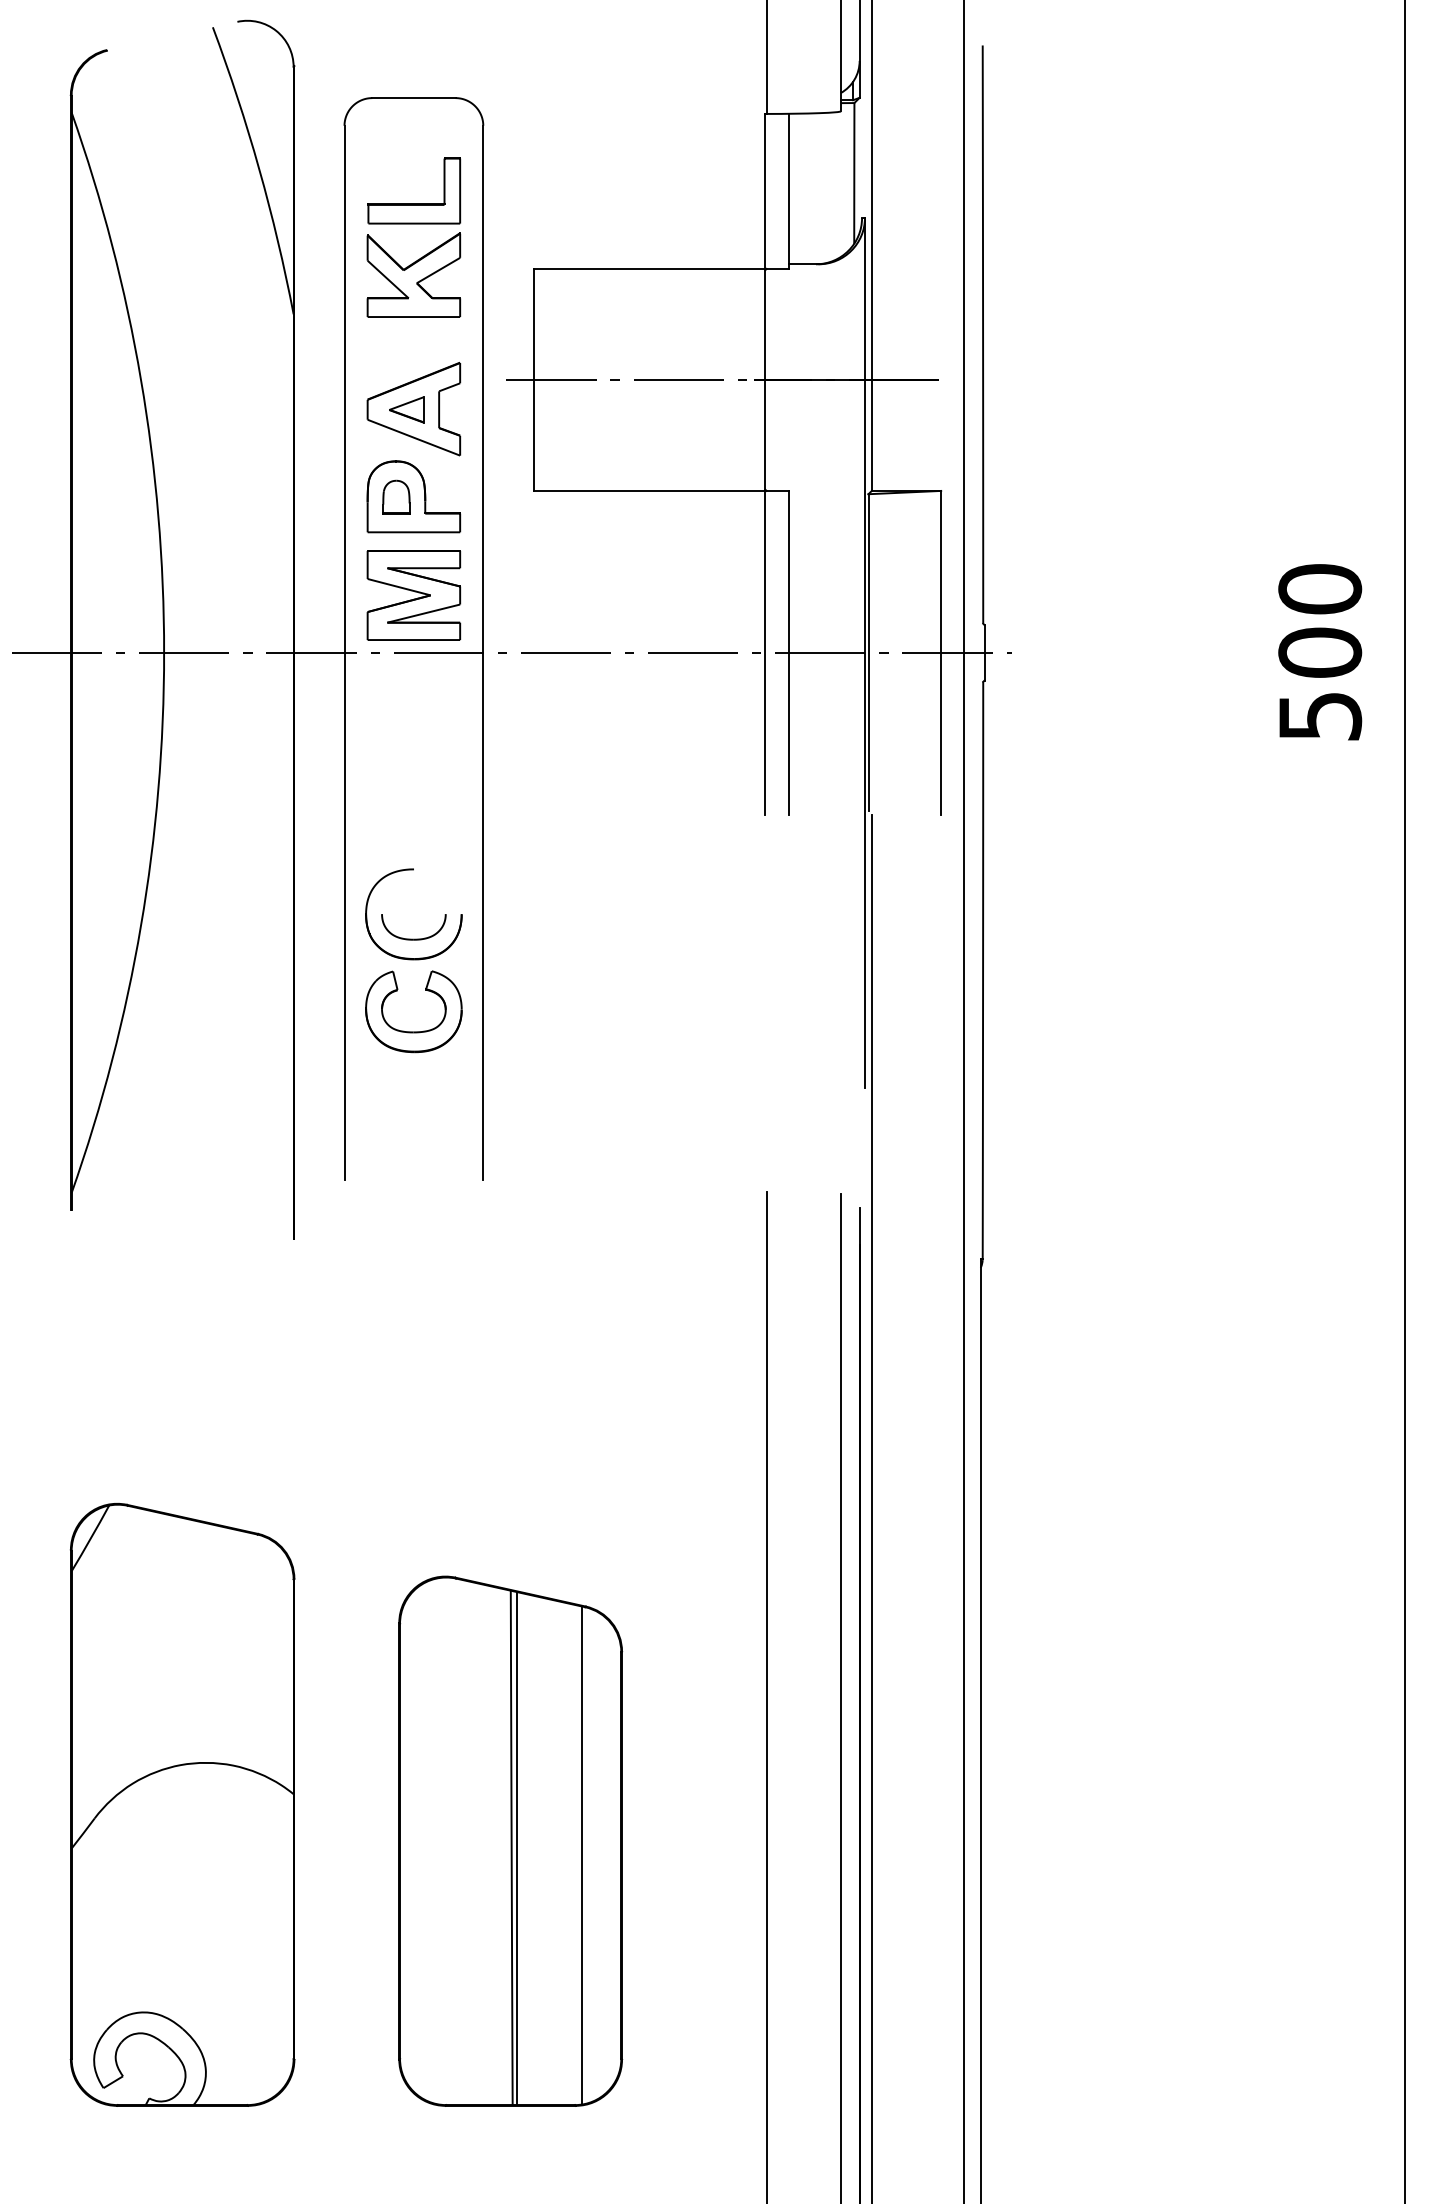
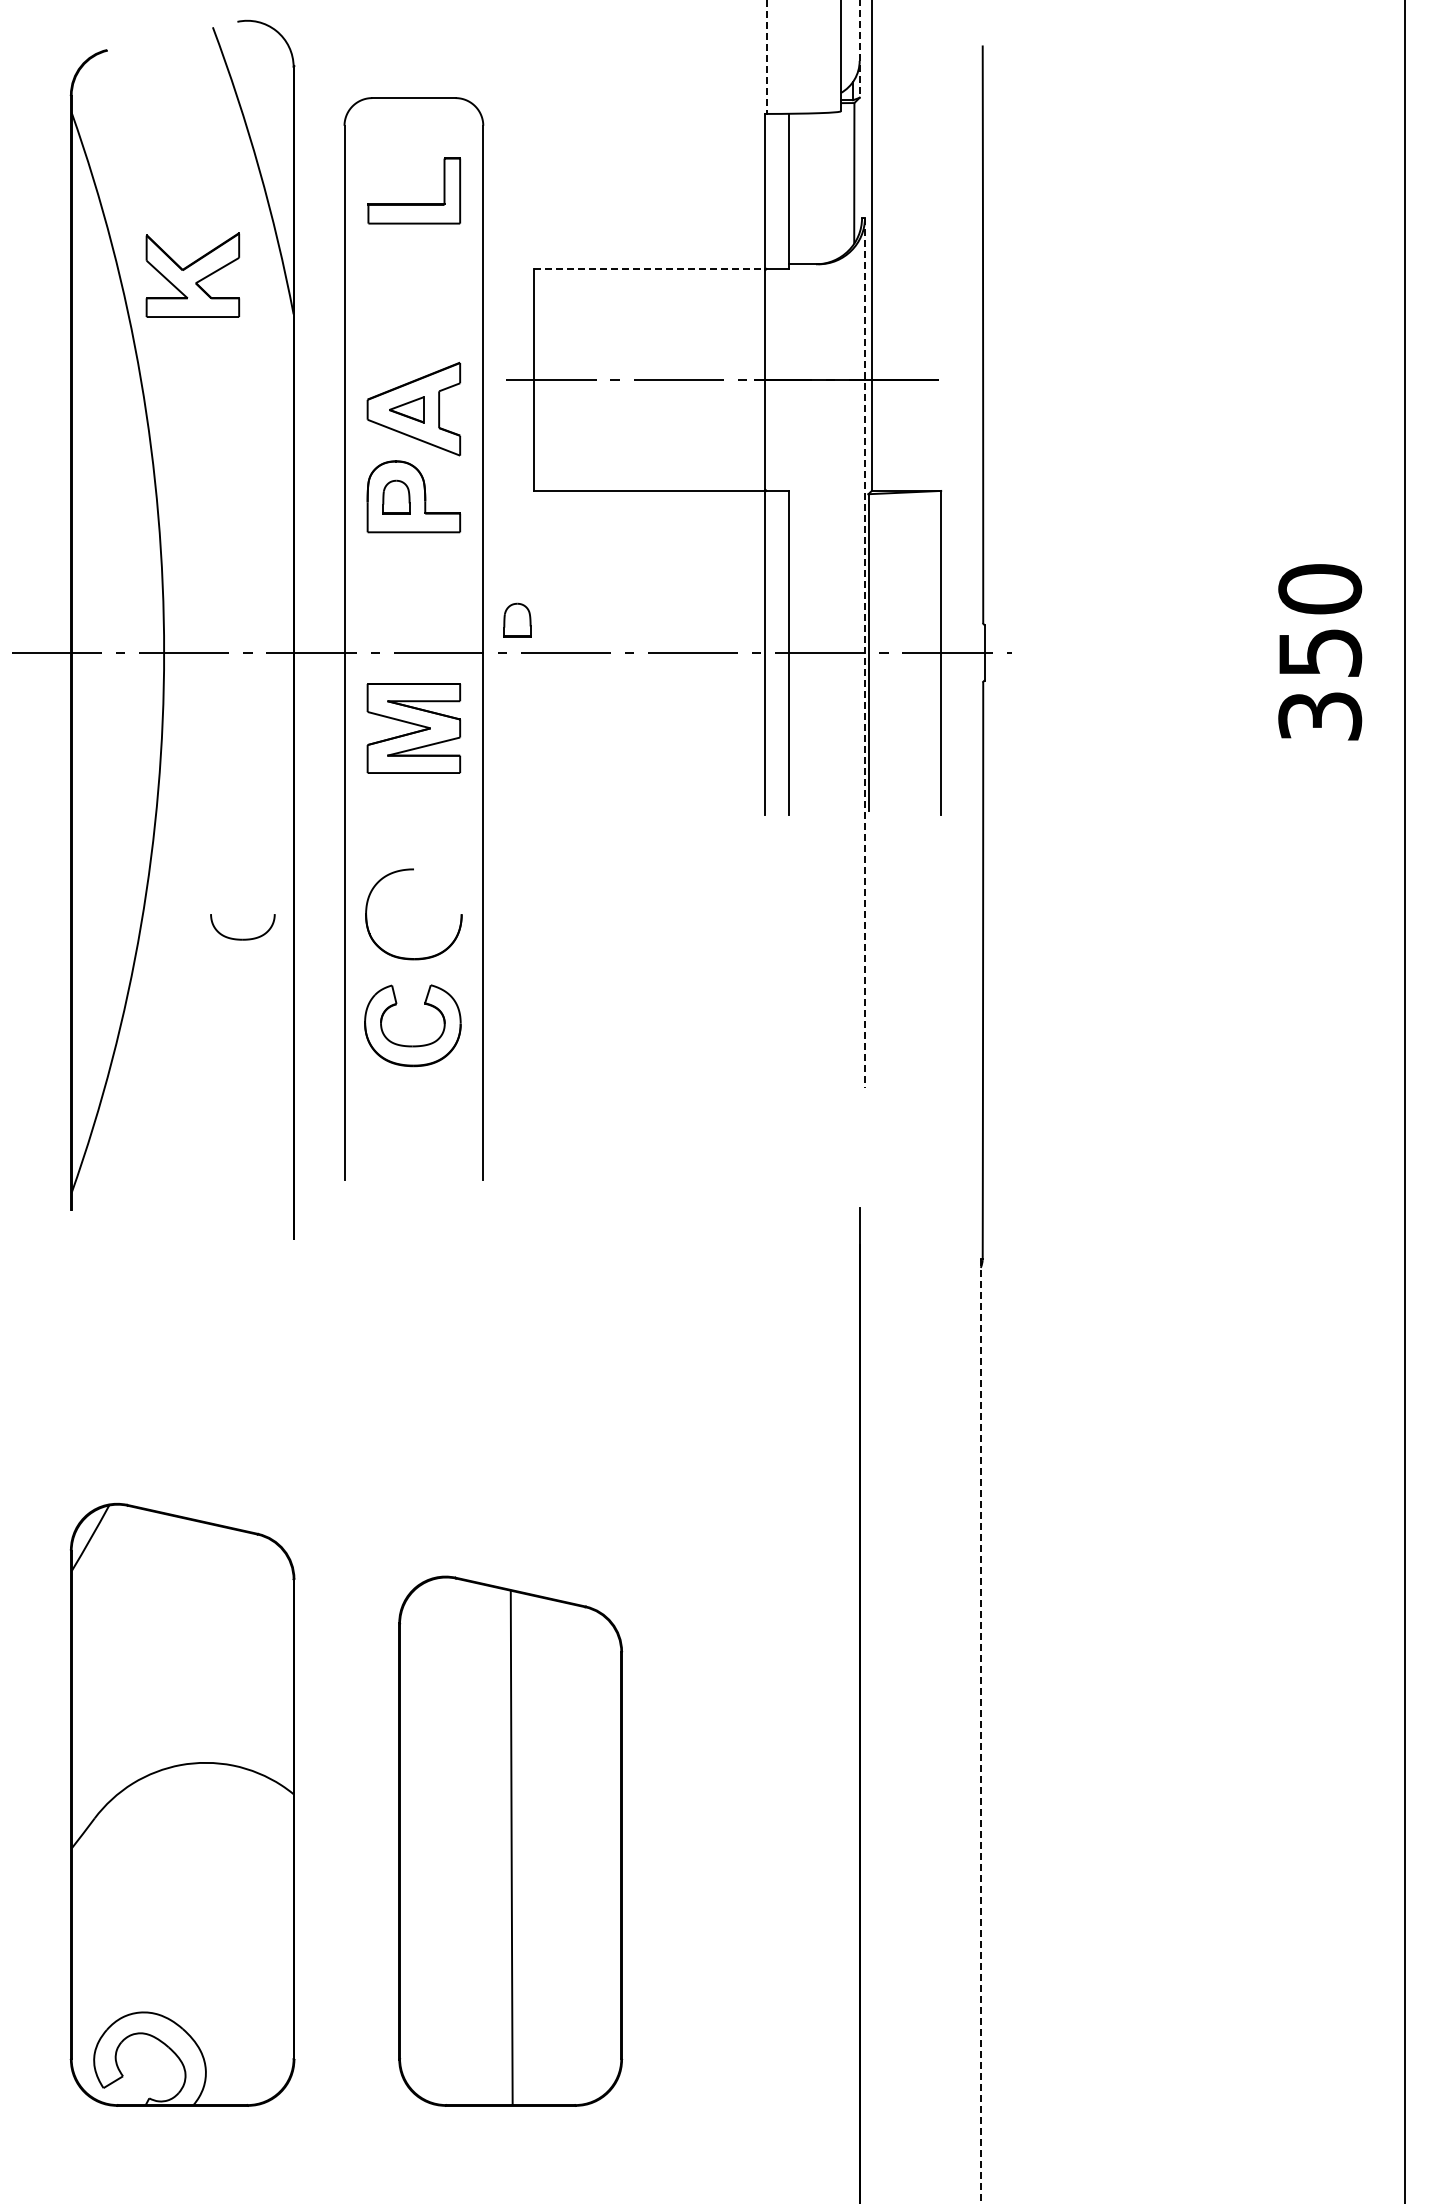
line at (859, 49): solid -> dashed
line at (766, 57): solid -> dashed
line at (649, 268): solid -> dashed
part at (413, 274) position: (413, 274) -> (192, 274)
part at (413, 595) position: (413, 595) -> (413, 728)
part at (517, 619): none -> present
line at (864, 652): solid -> dashed
text at (1320, 683): 500 -> 350
part at (413, 938) position: (413, 938) -> (242, 938)
part at (413, 1031) position: (413, 1031) -> (412, 1045)
line at (964, 1101): present -> none
line at (871, 1507): present -> none
line at (766, 1695): present -> none
line at (840, 1697): present -> none
line at (980, 1730): solid -> dashed
line at (517, 1848): present -> none
line at (582, 1855): present -> none
